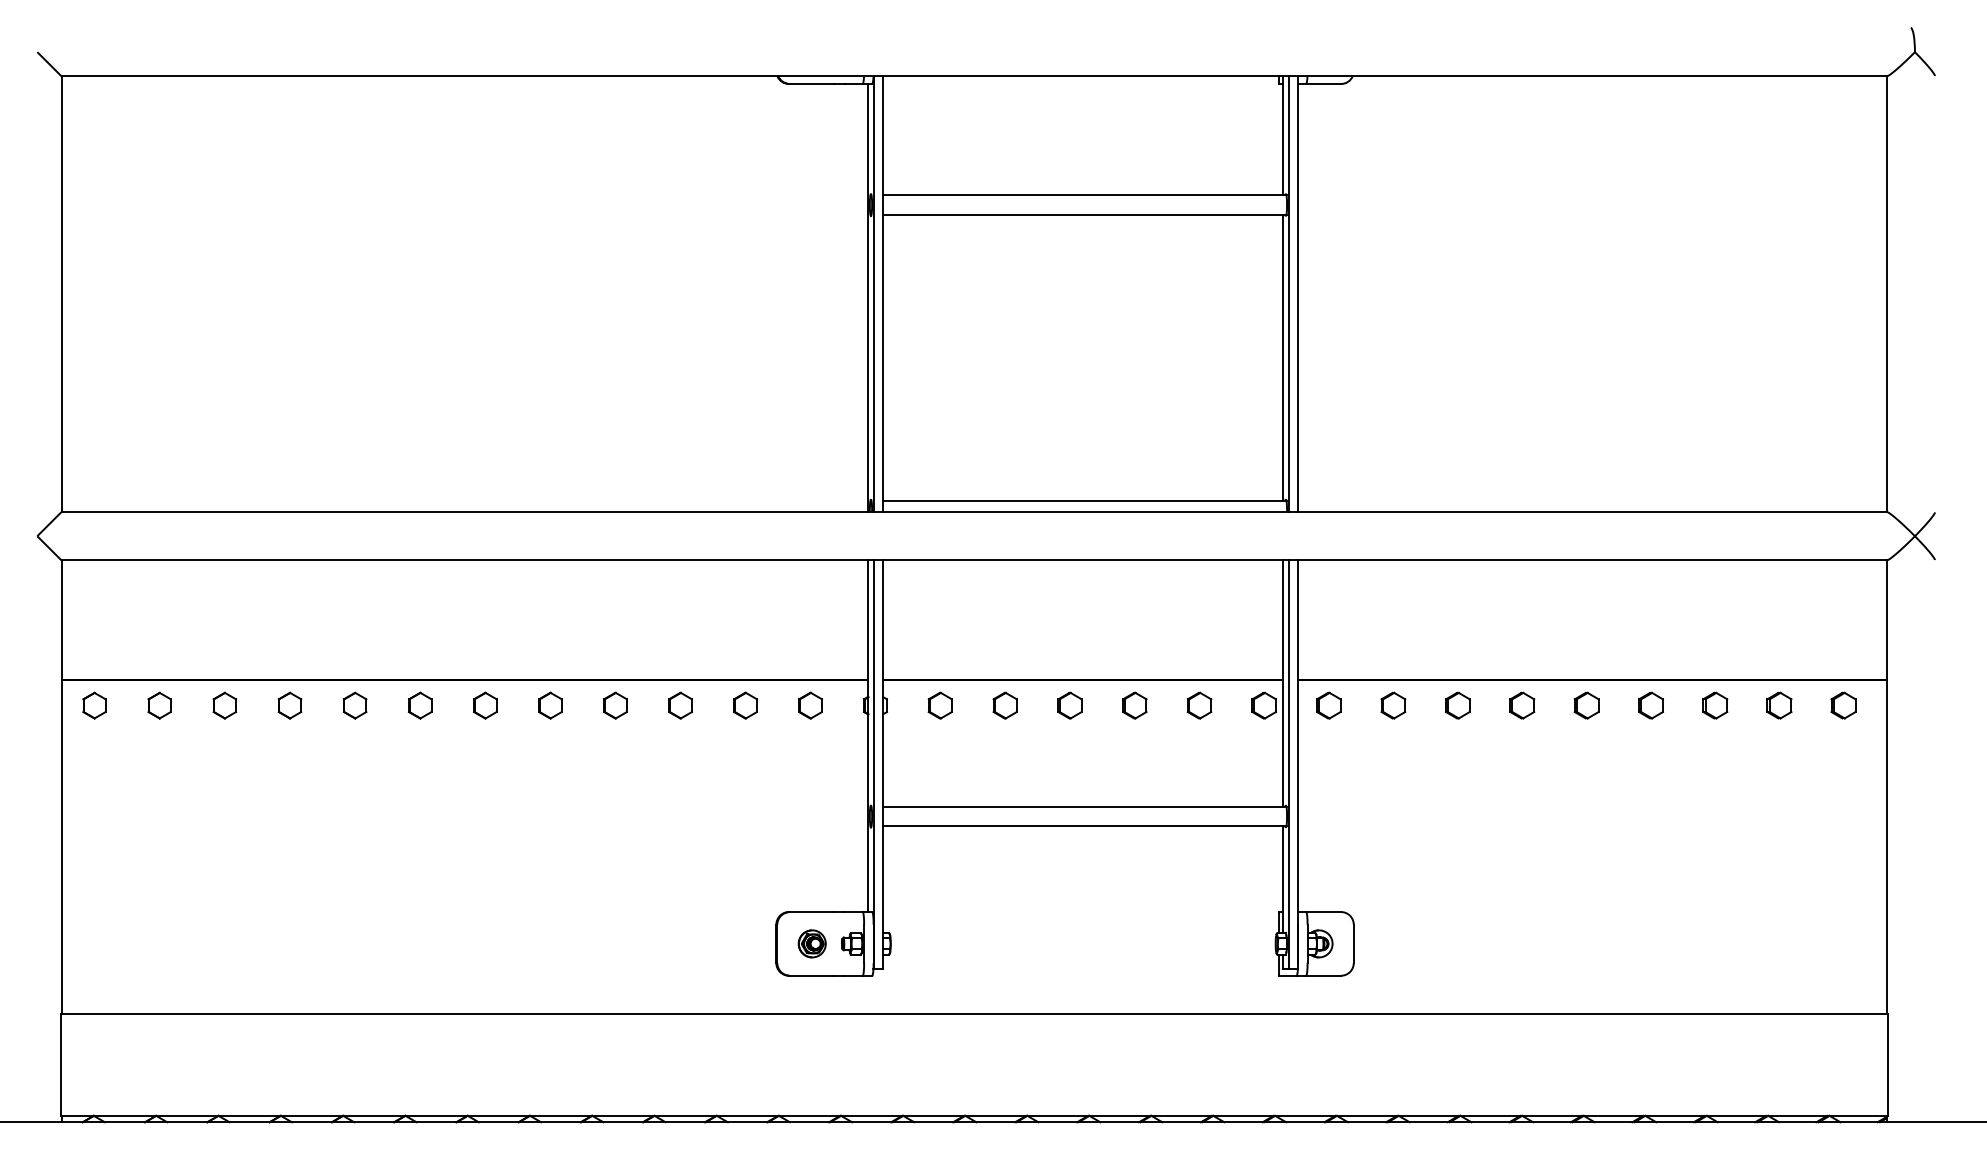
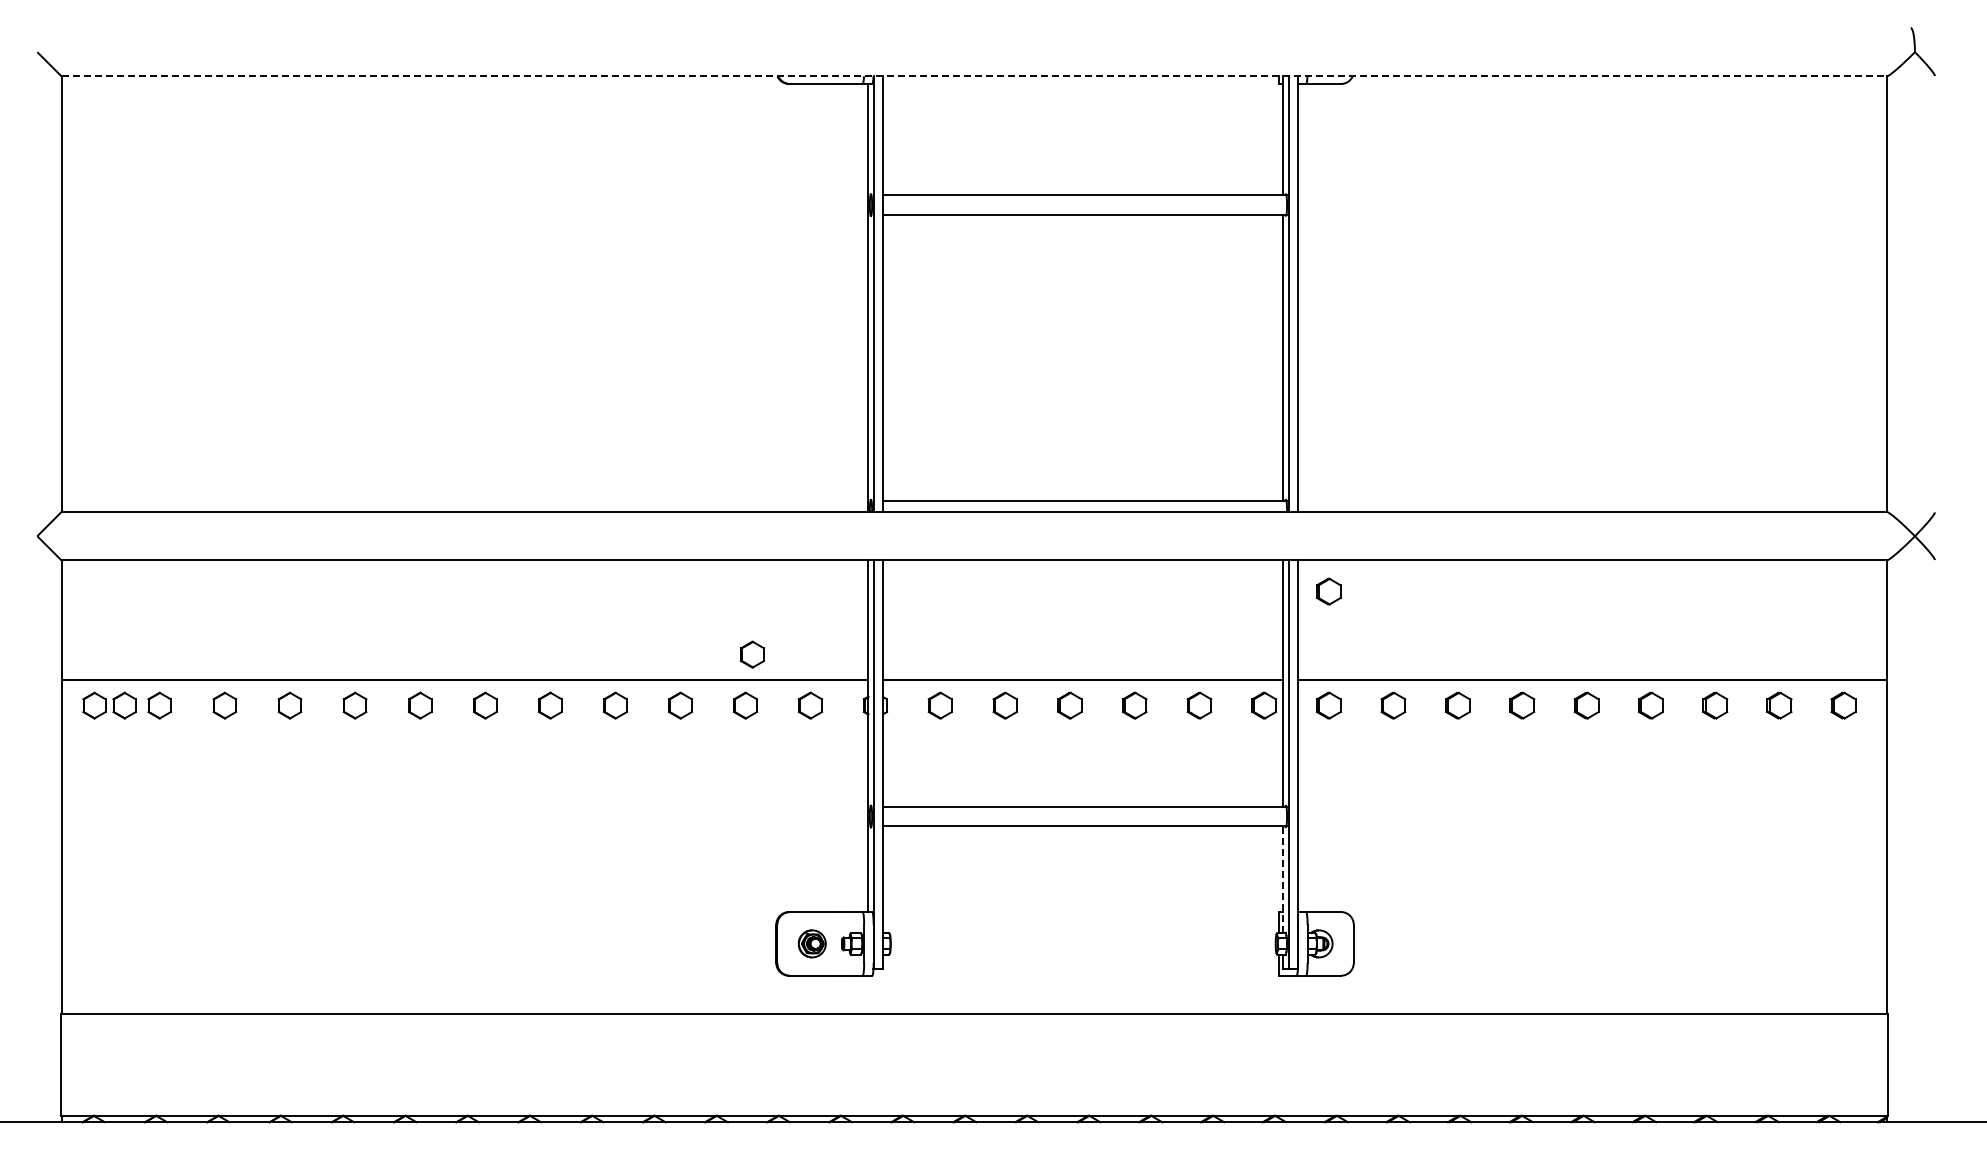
line at (974, 76): solid -> dashed
part at (1328, 591): none -> present
part at (752, 654): none -> present
part at (124, 705): none -> present
line at (1283, 878): solid -> dashed
